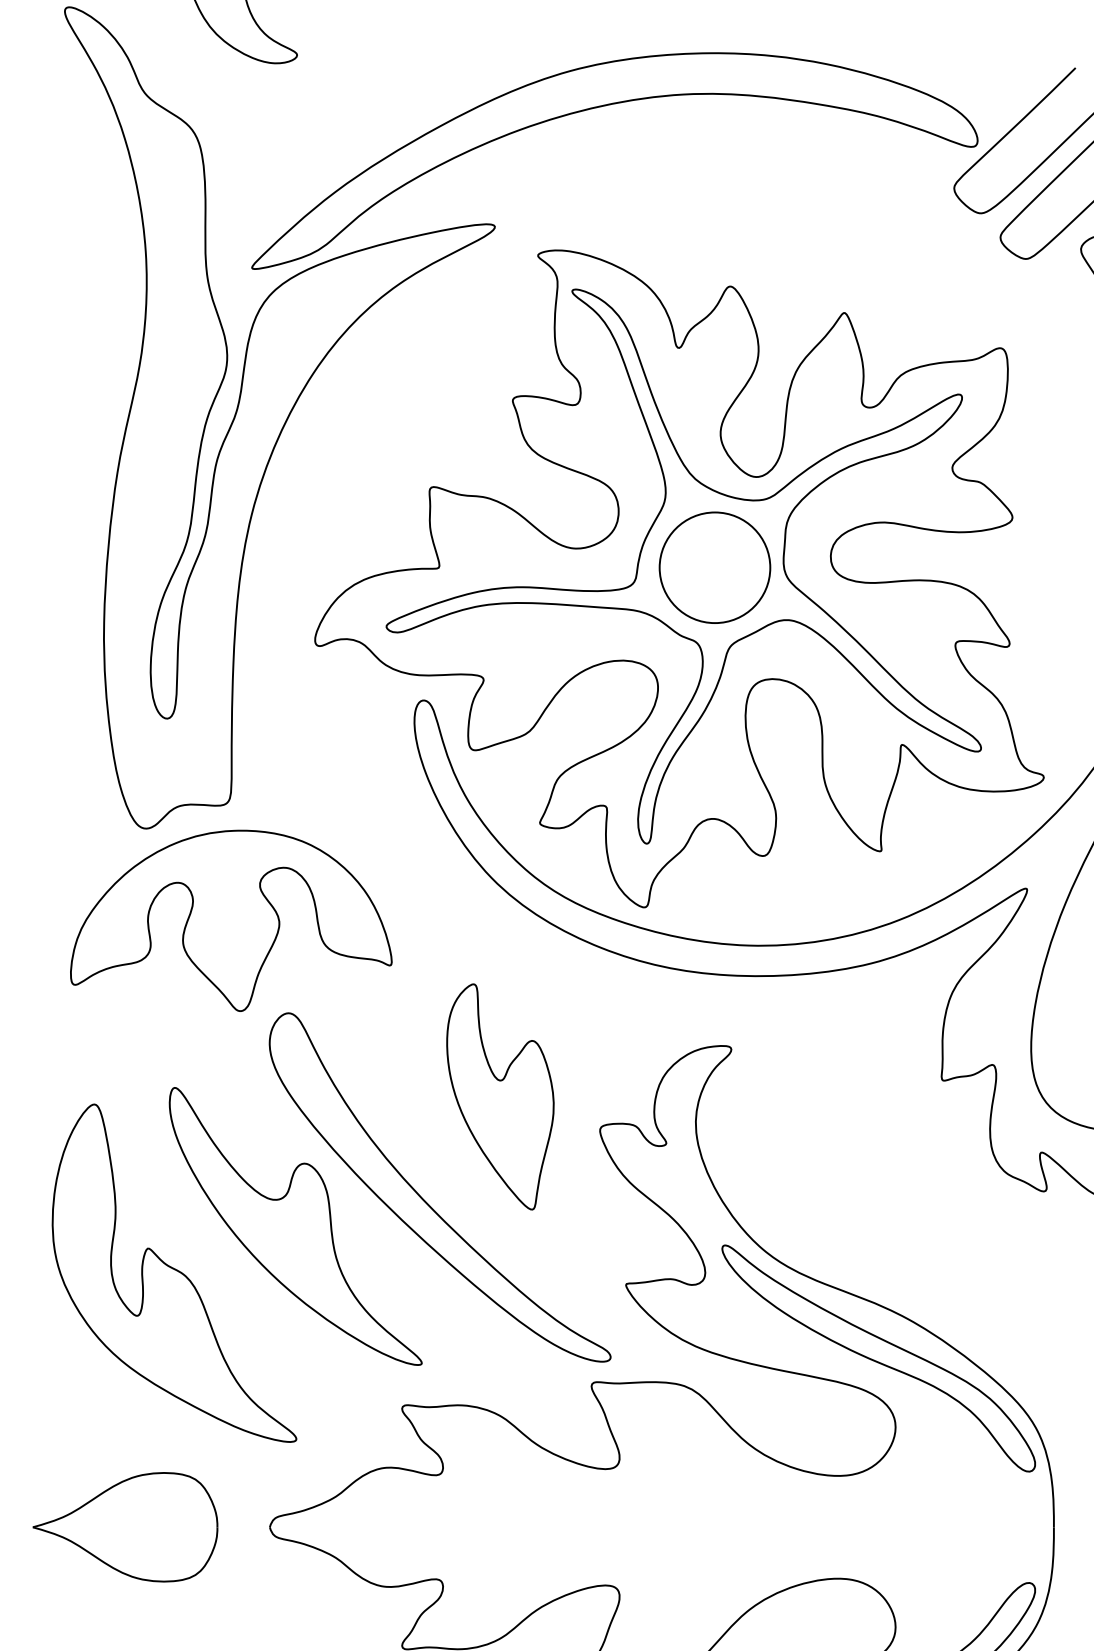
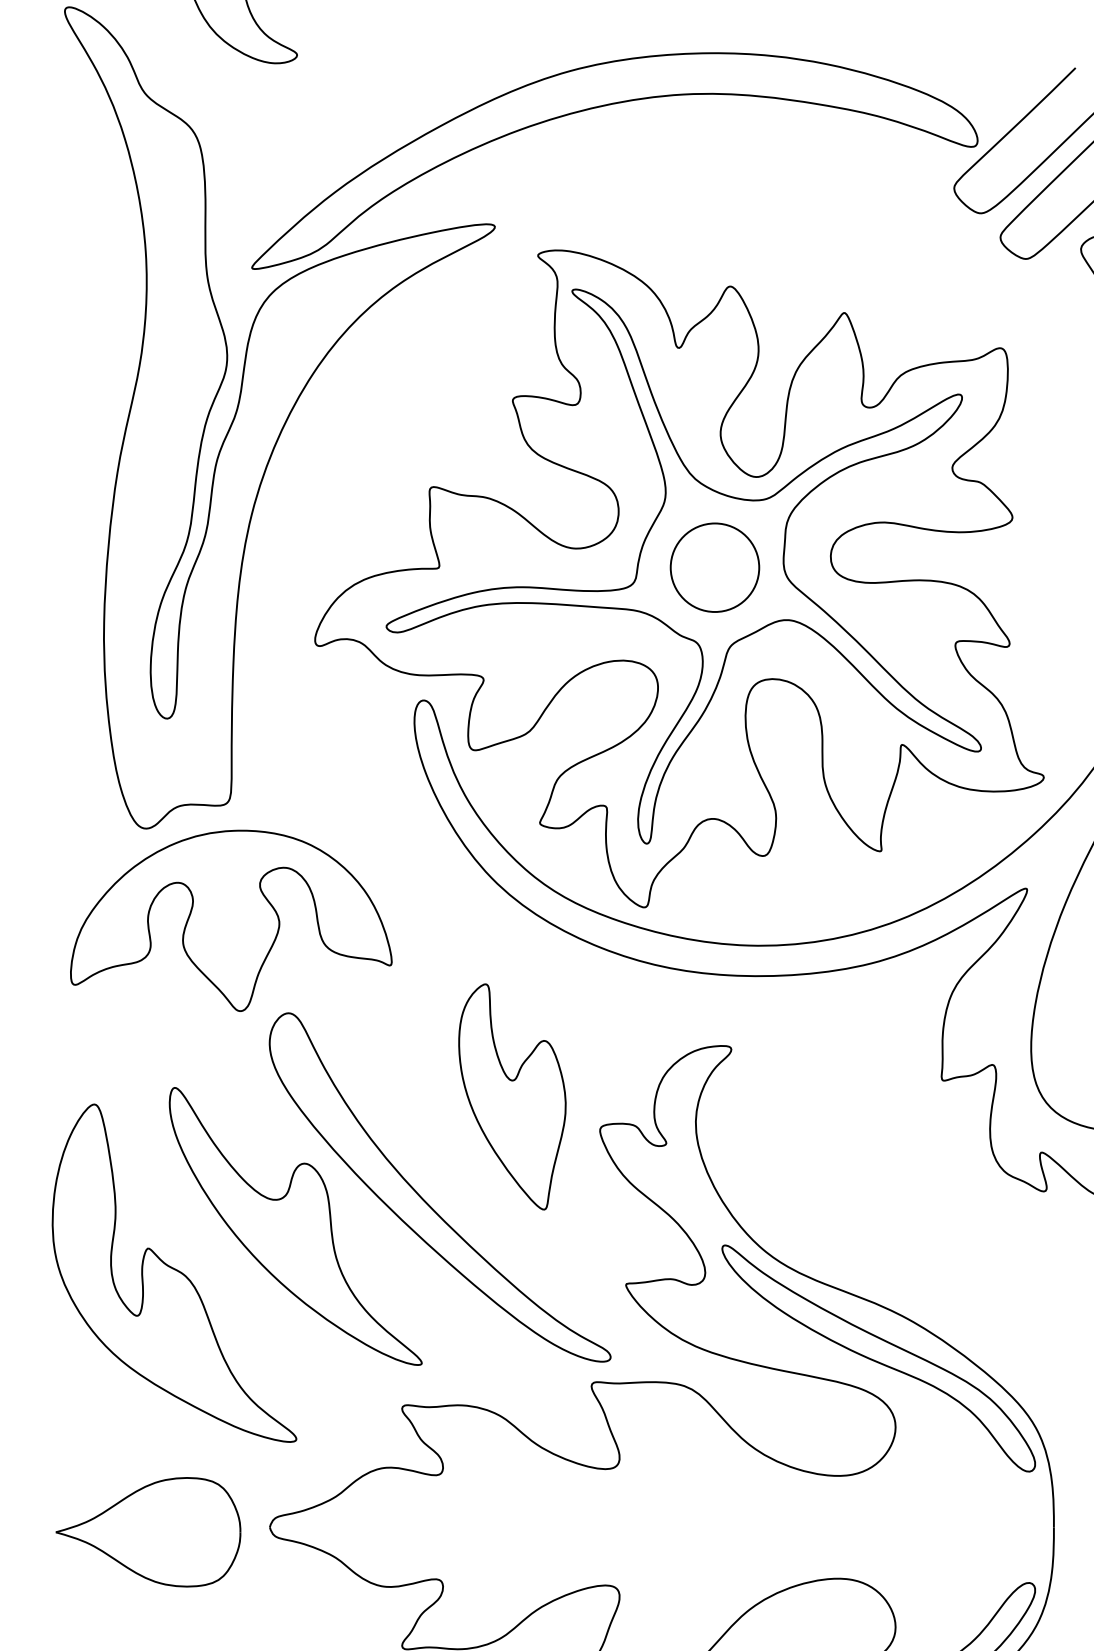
part at (714, 567) size: 114x113 px -> 92x91 px
part at (500, 1096) position: (500, 1096) -> (512, 1096)
part at (125, 1527) position: (125, 1527) -> (148, 1532)
